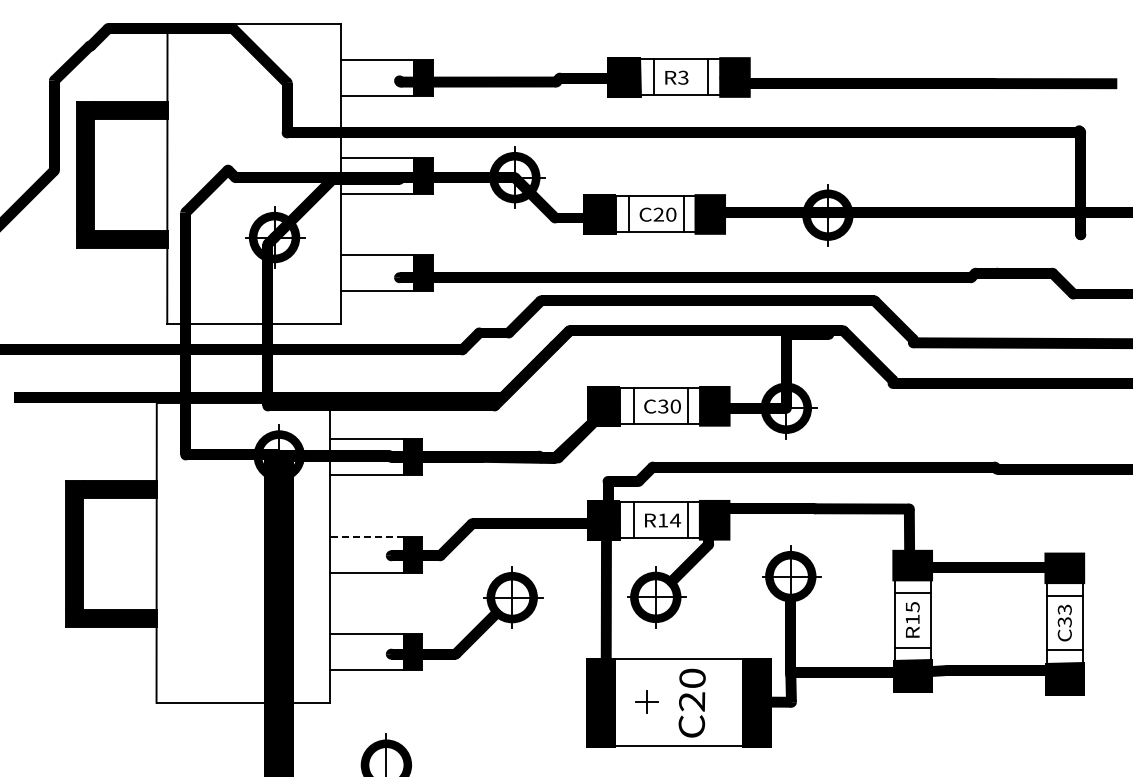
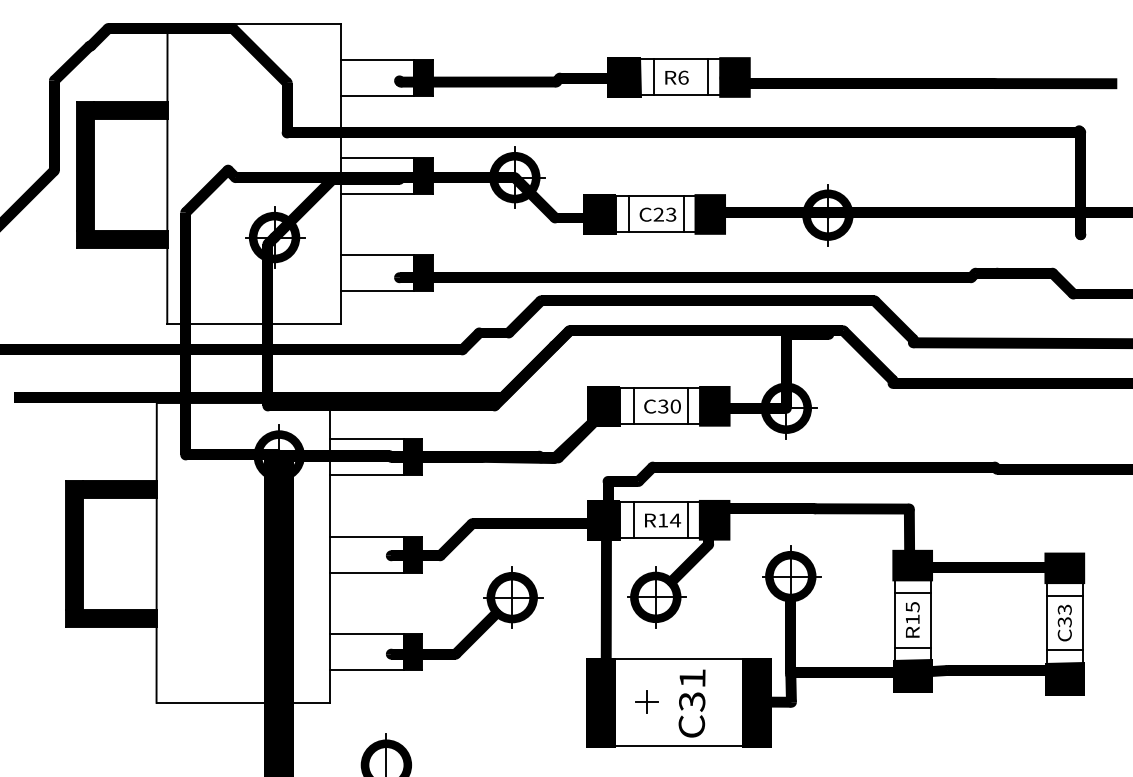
text at (683, 77): R3 -> R6
text at (671, 214): C20 -> C23
line at (366, 536): dashed -> solid
text at (692, 689): C20 -> C31
